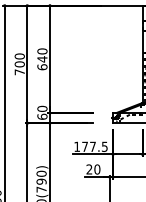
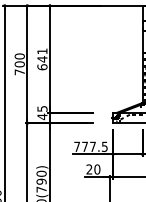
text at (42, 51): 640 -> 641
text at (42, 112): 60 -> 45
text at (76, 146): 177.5 -> 777.5
